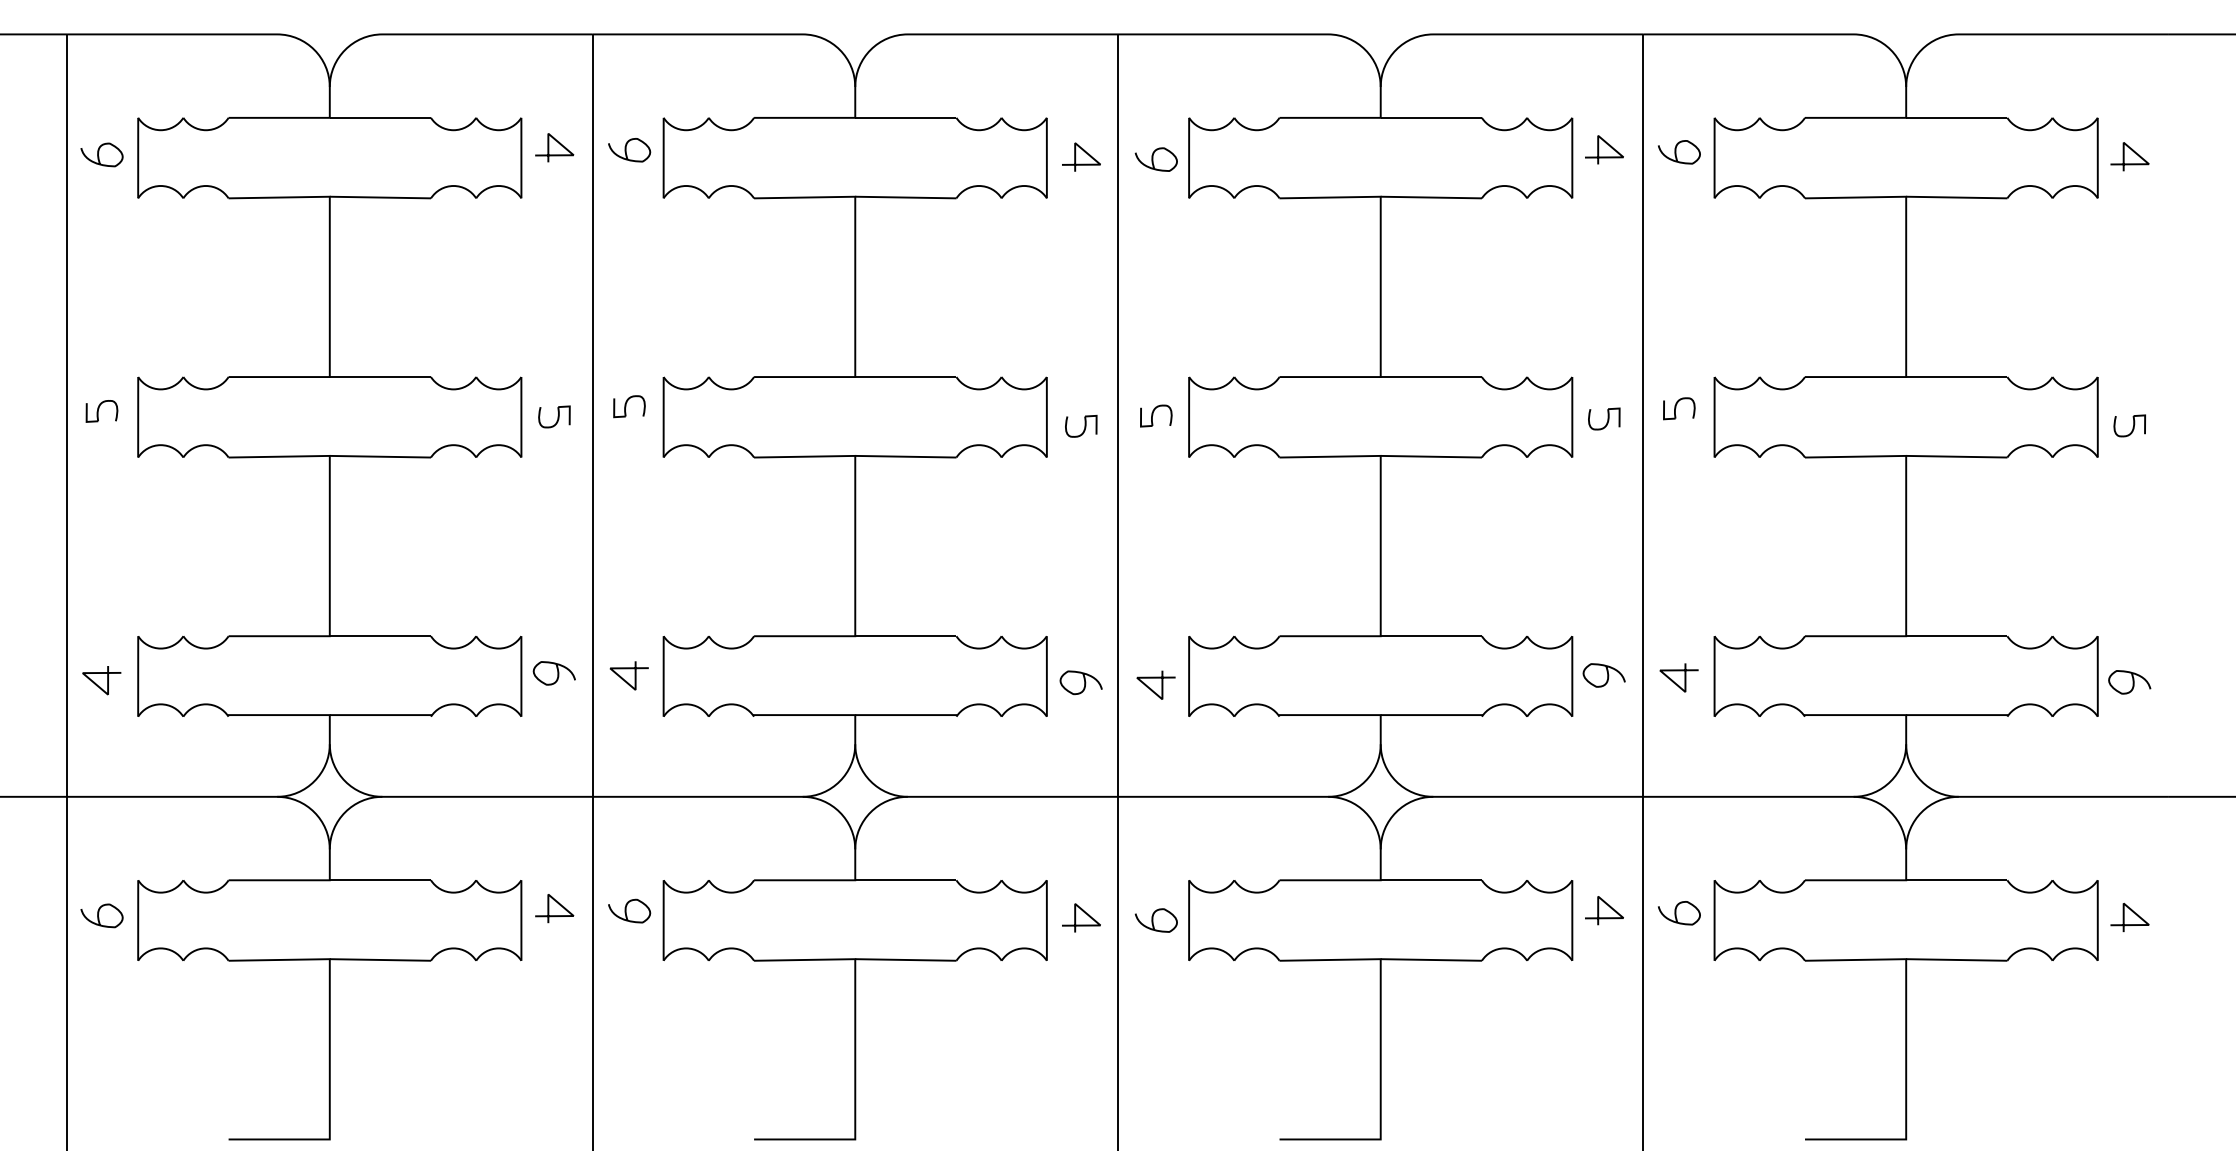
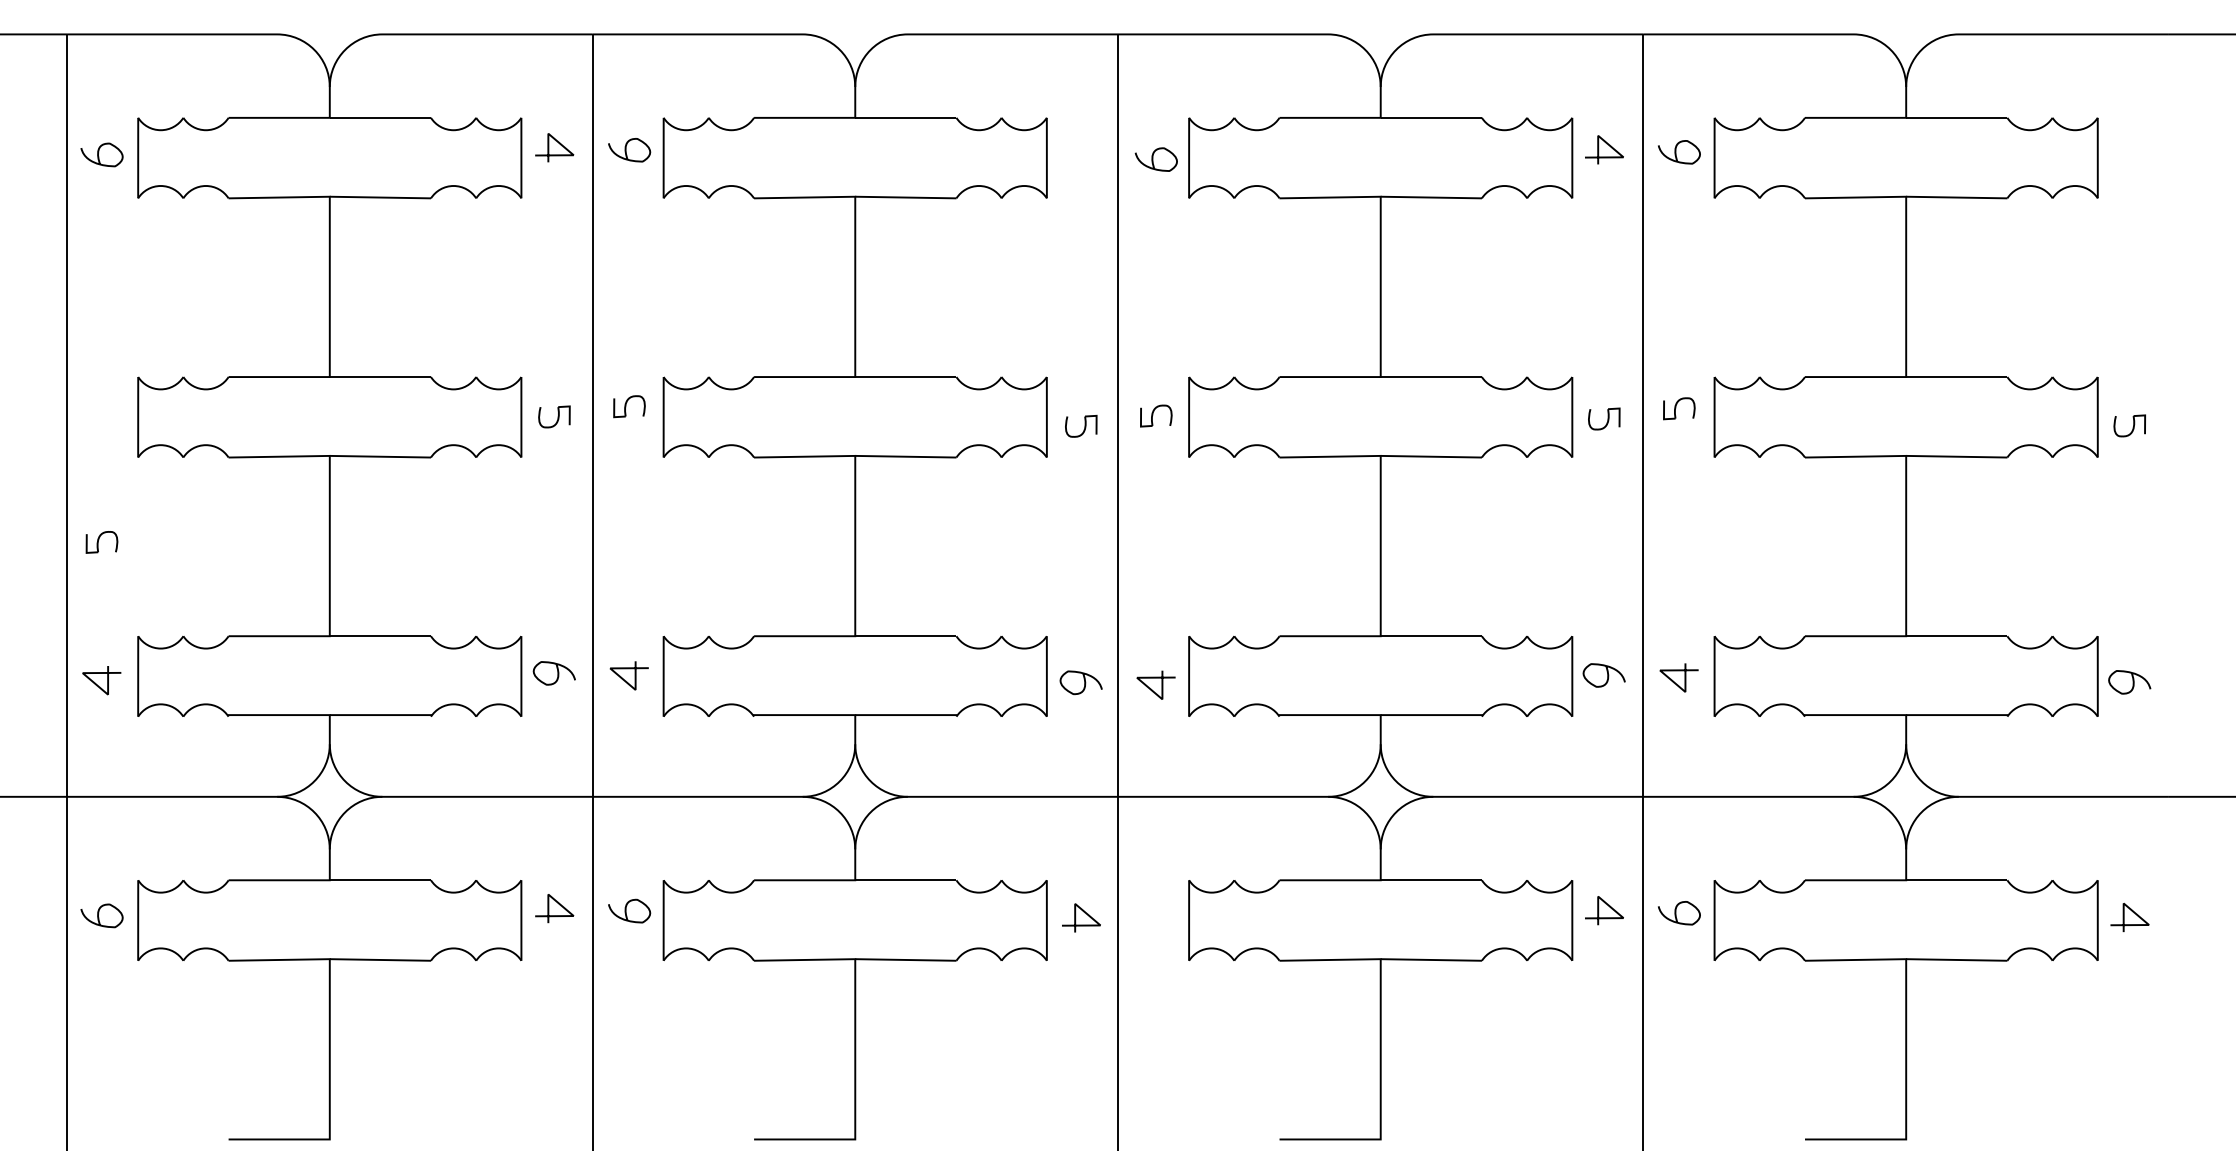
curve at (1084, 152): present -> none
curve at (2124, 156): present -> none
part at (101, 411) position: (101, 411) -> (101, 542)
curve at (1153, 920): present -> none
